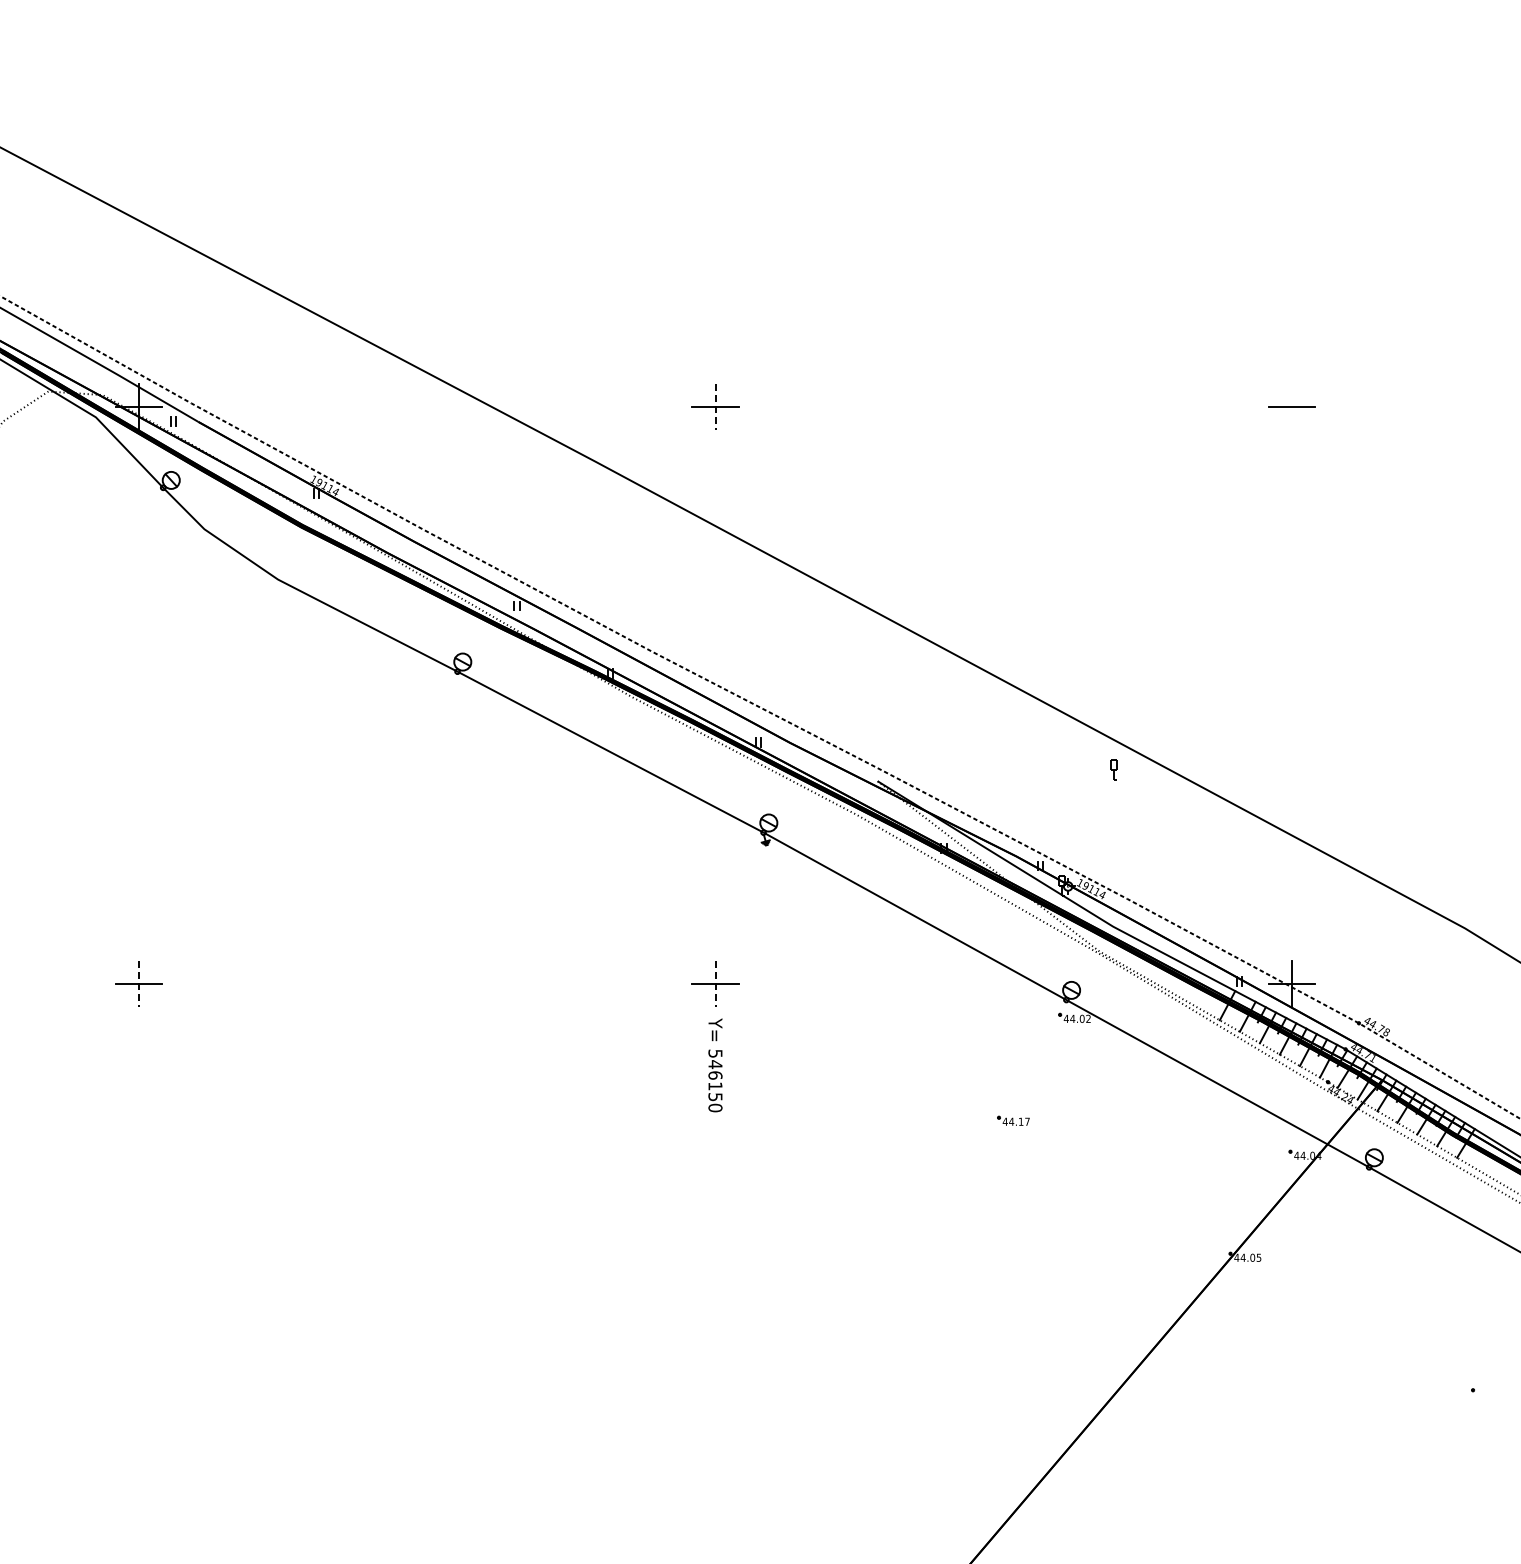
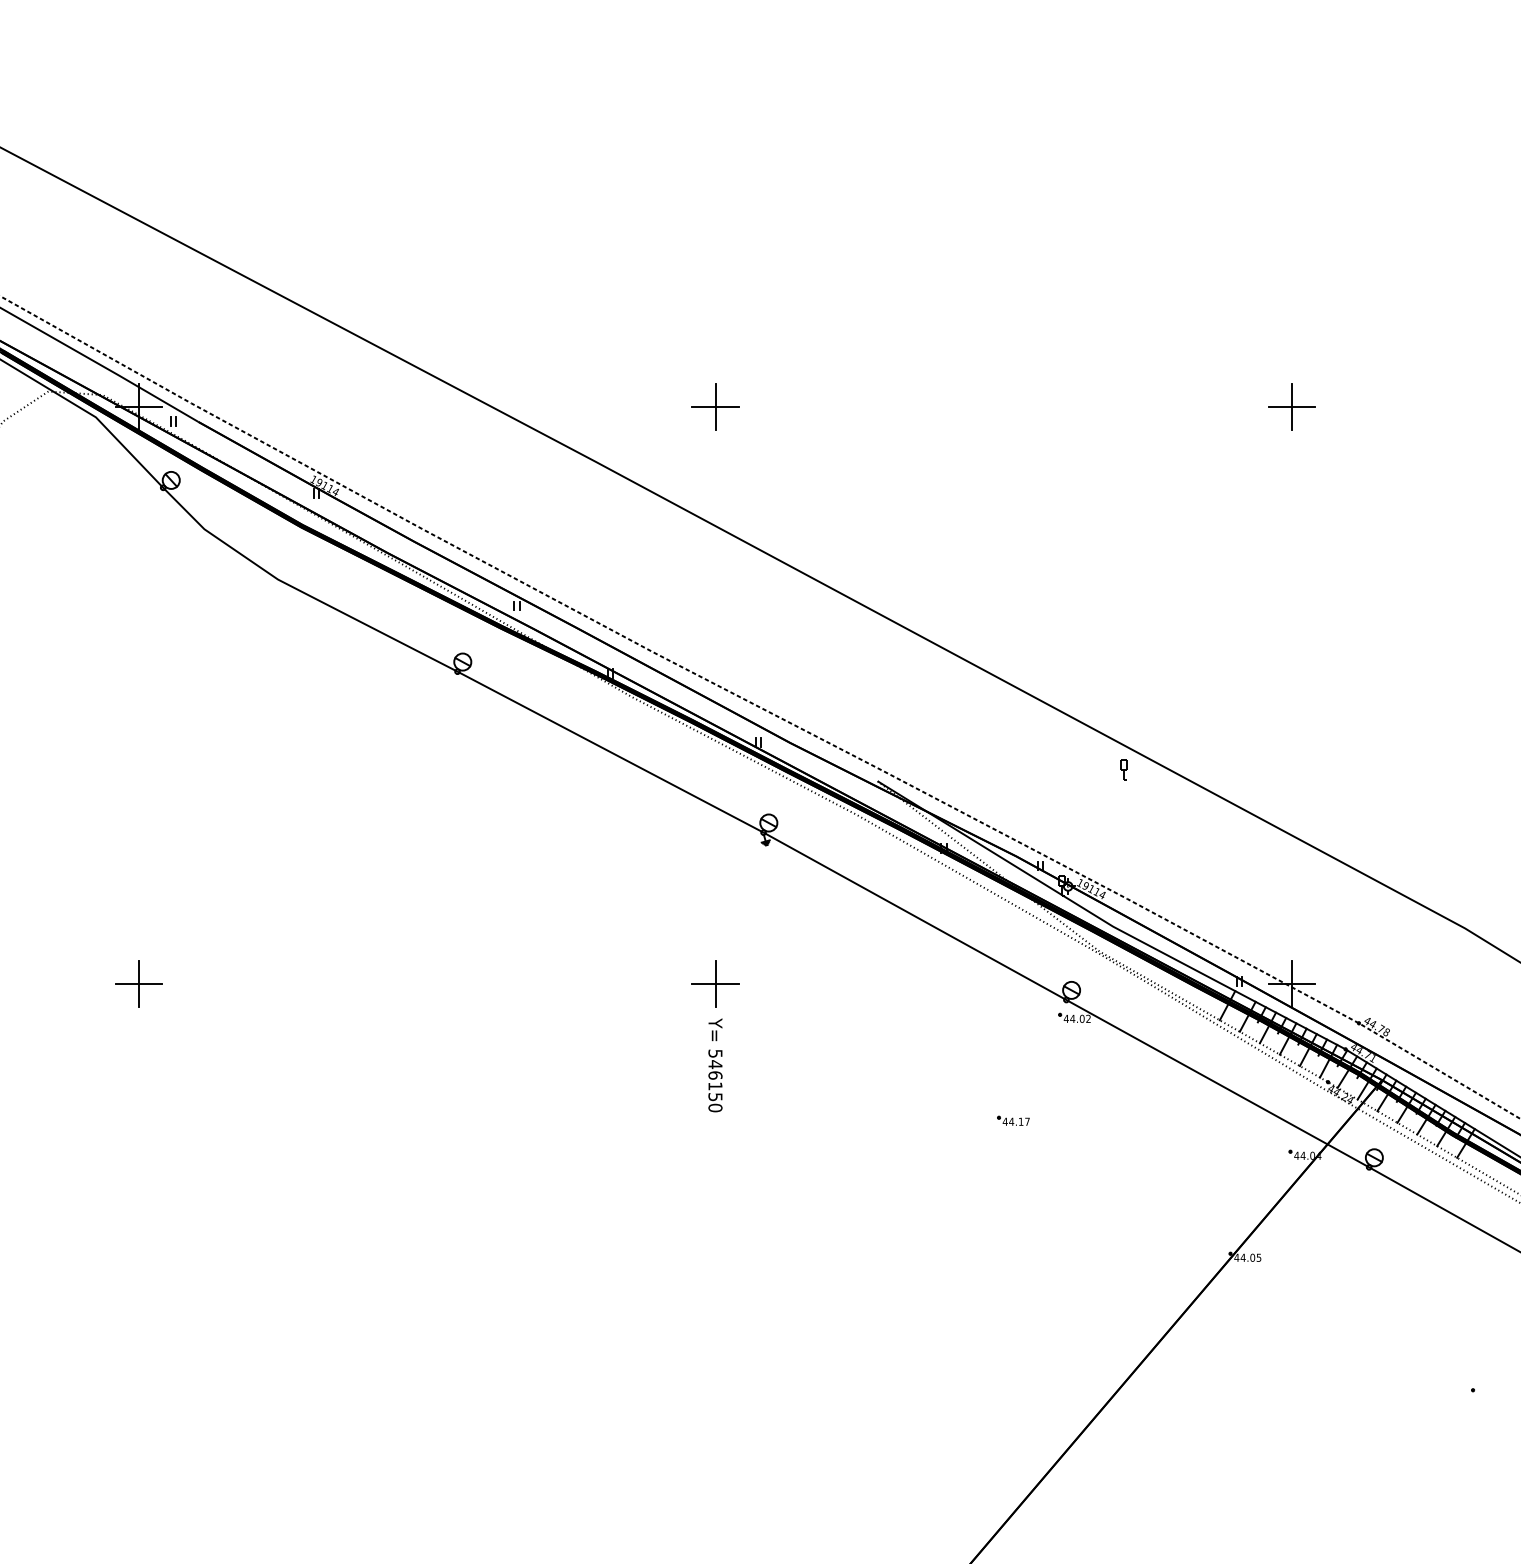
line at (715, 407): dashed -> solid
line at (1291, 407): none -> present
part at (1113, 769) position: (1113, 769) -> (1123, 769)
line at (139, 984): dashed -> solid
line at (715, 984): dashed -> solid
